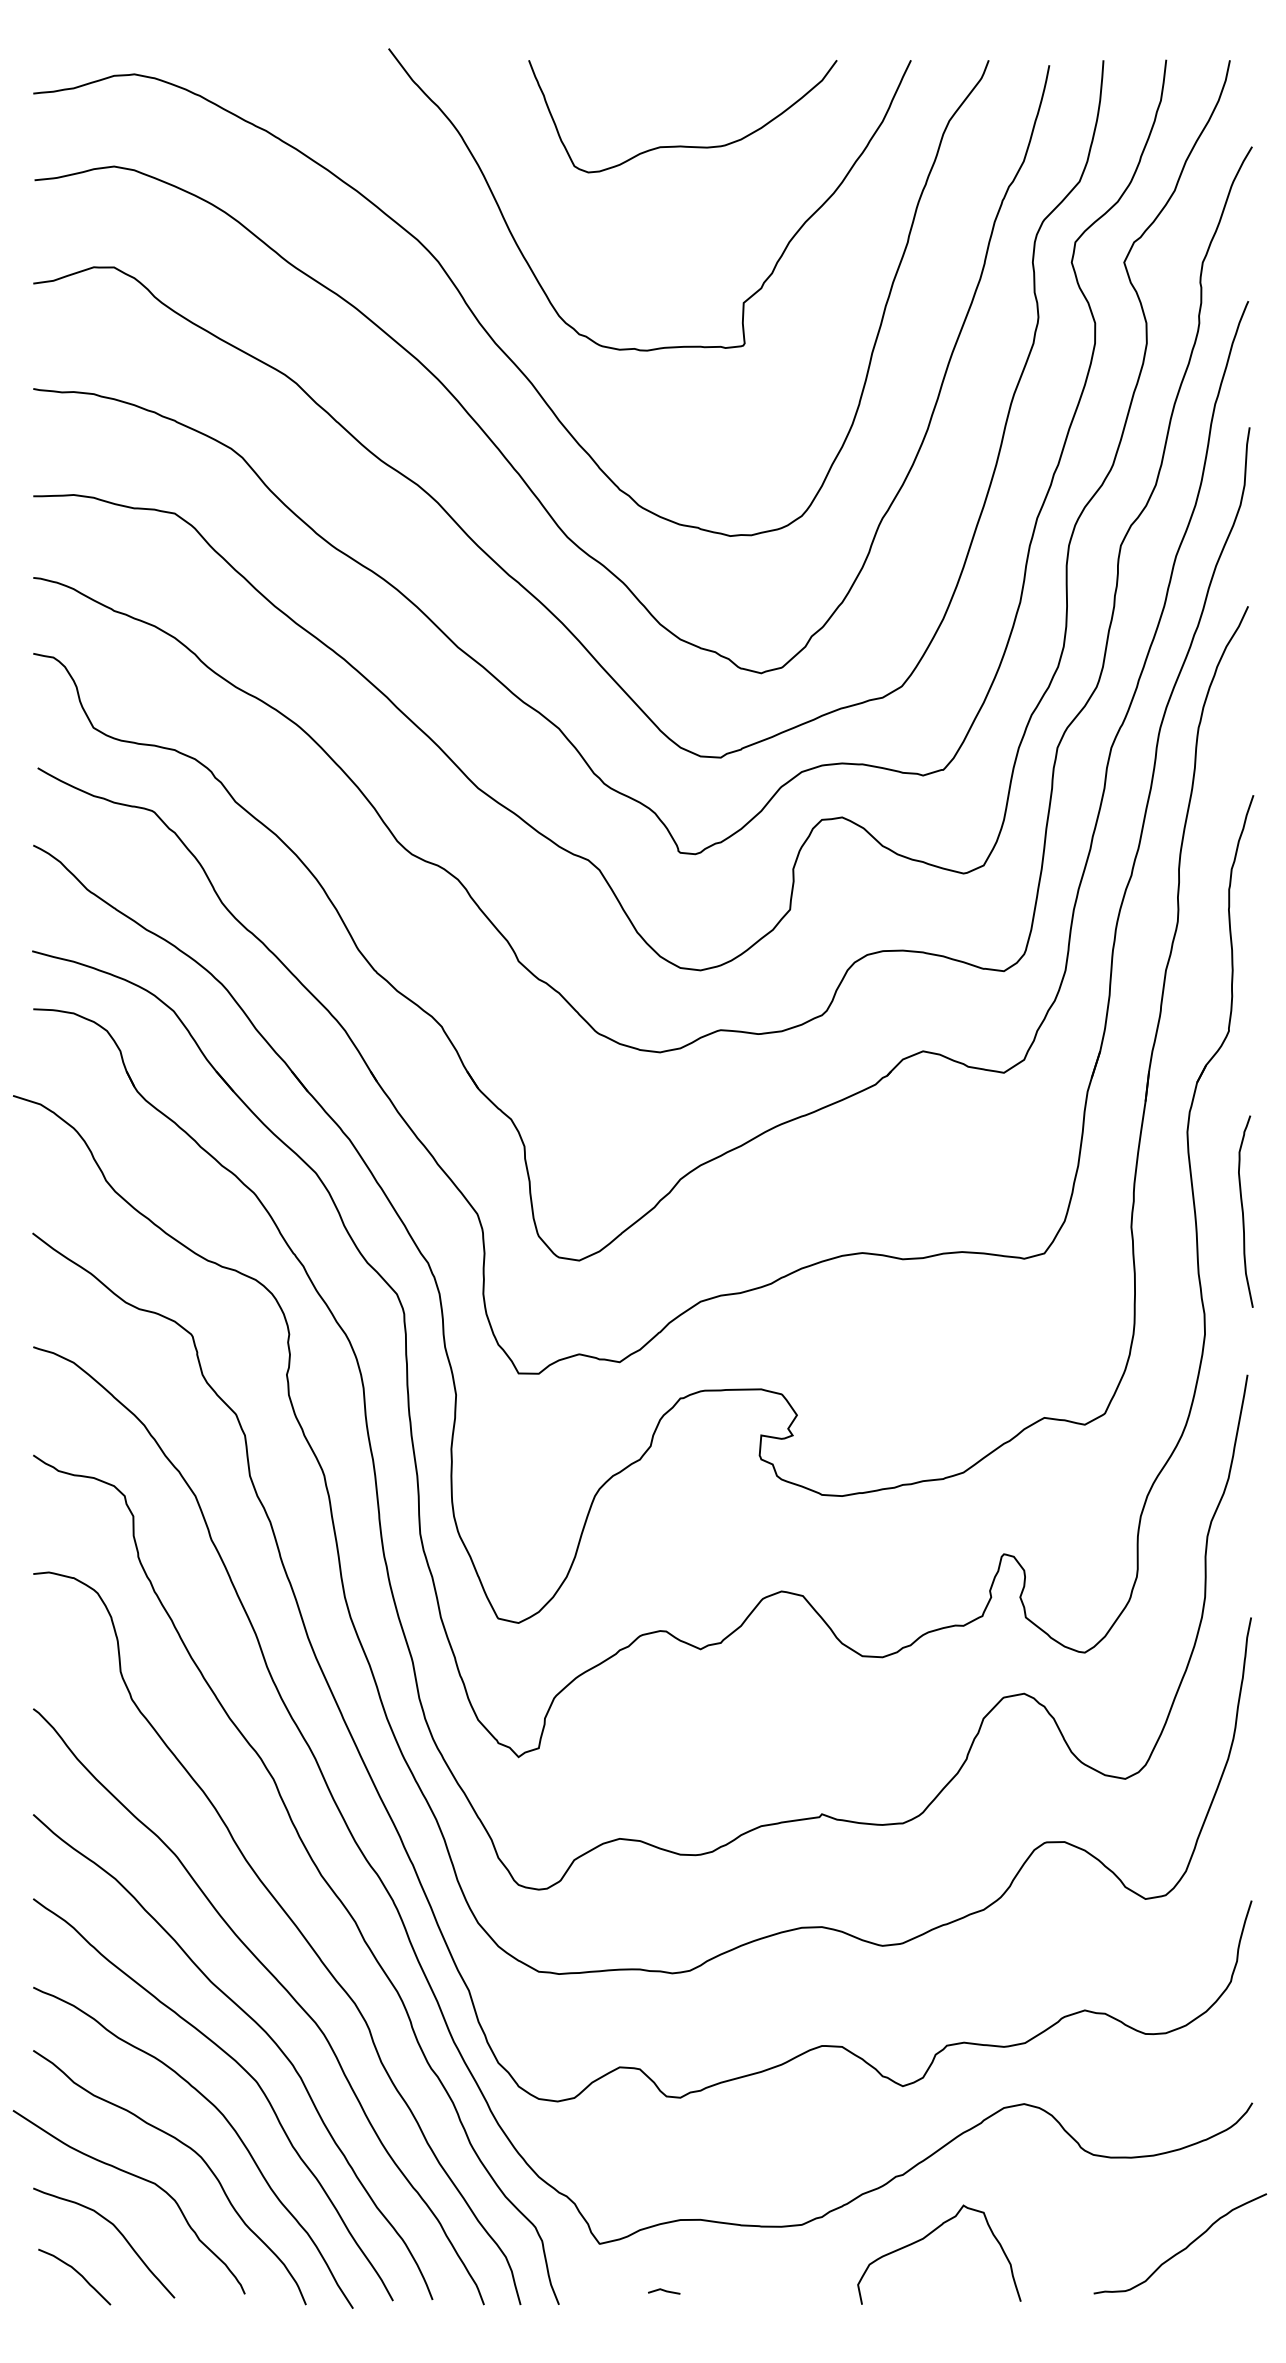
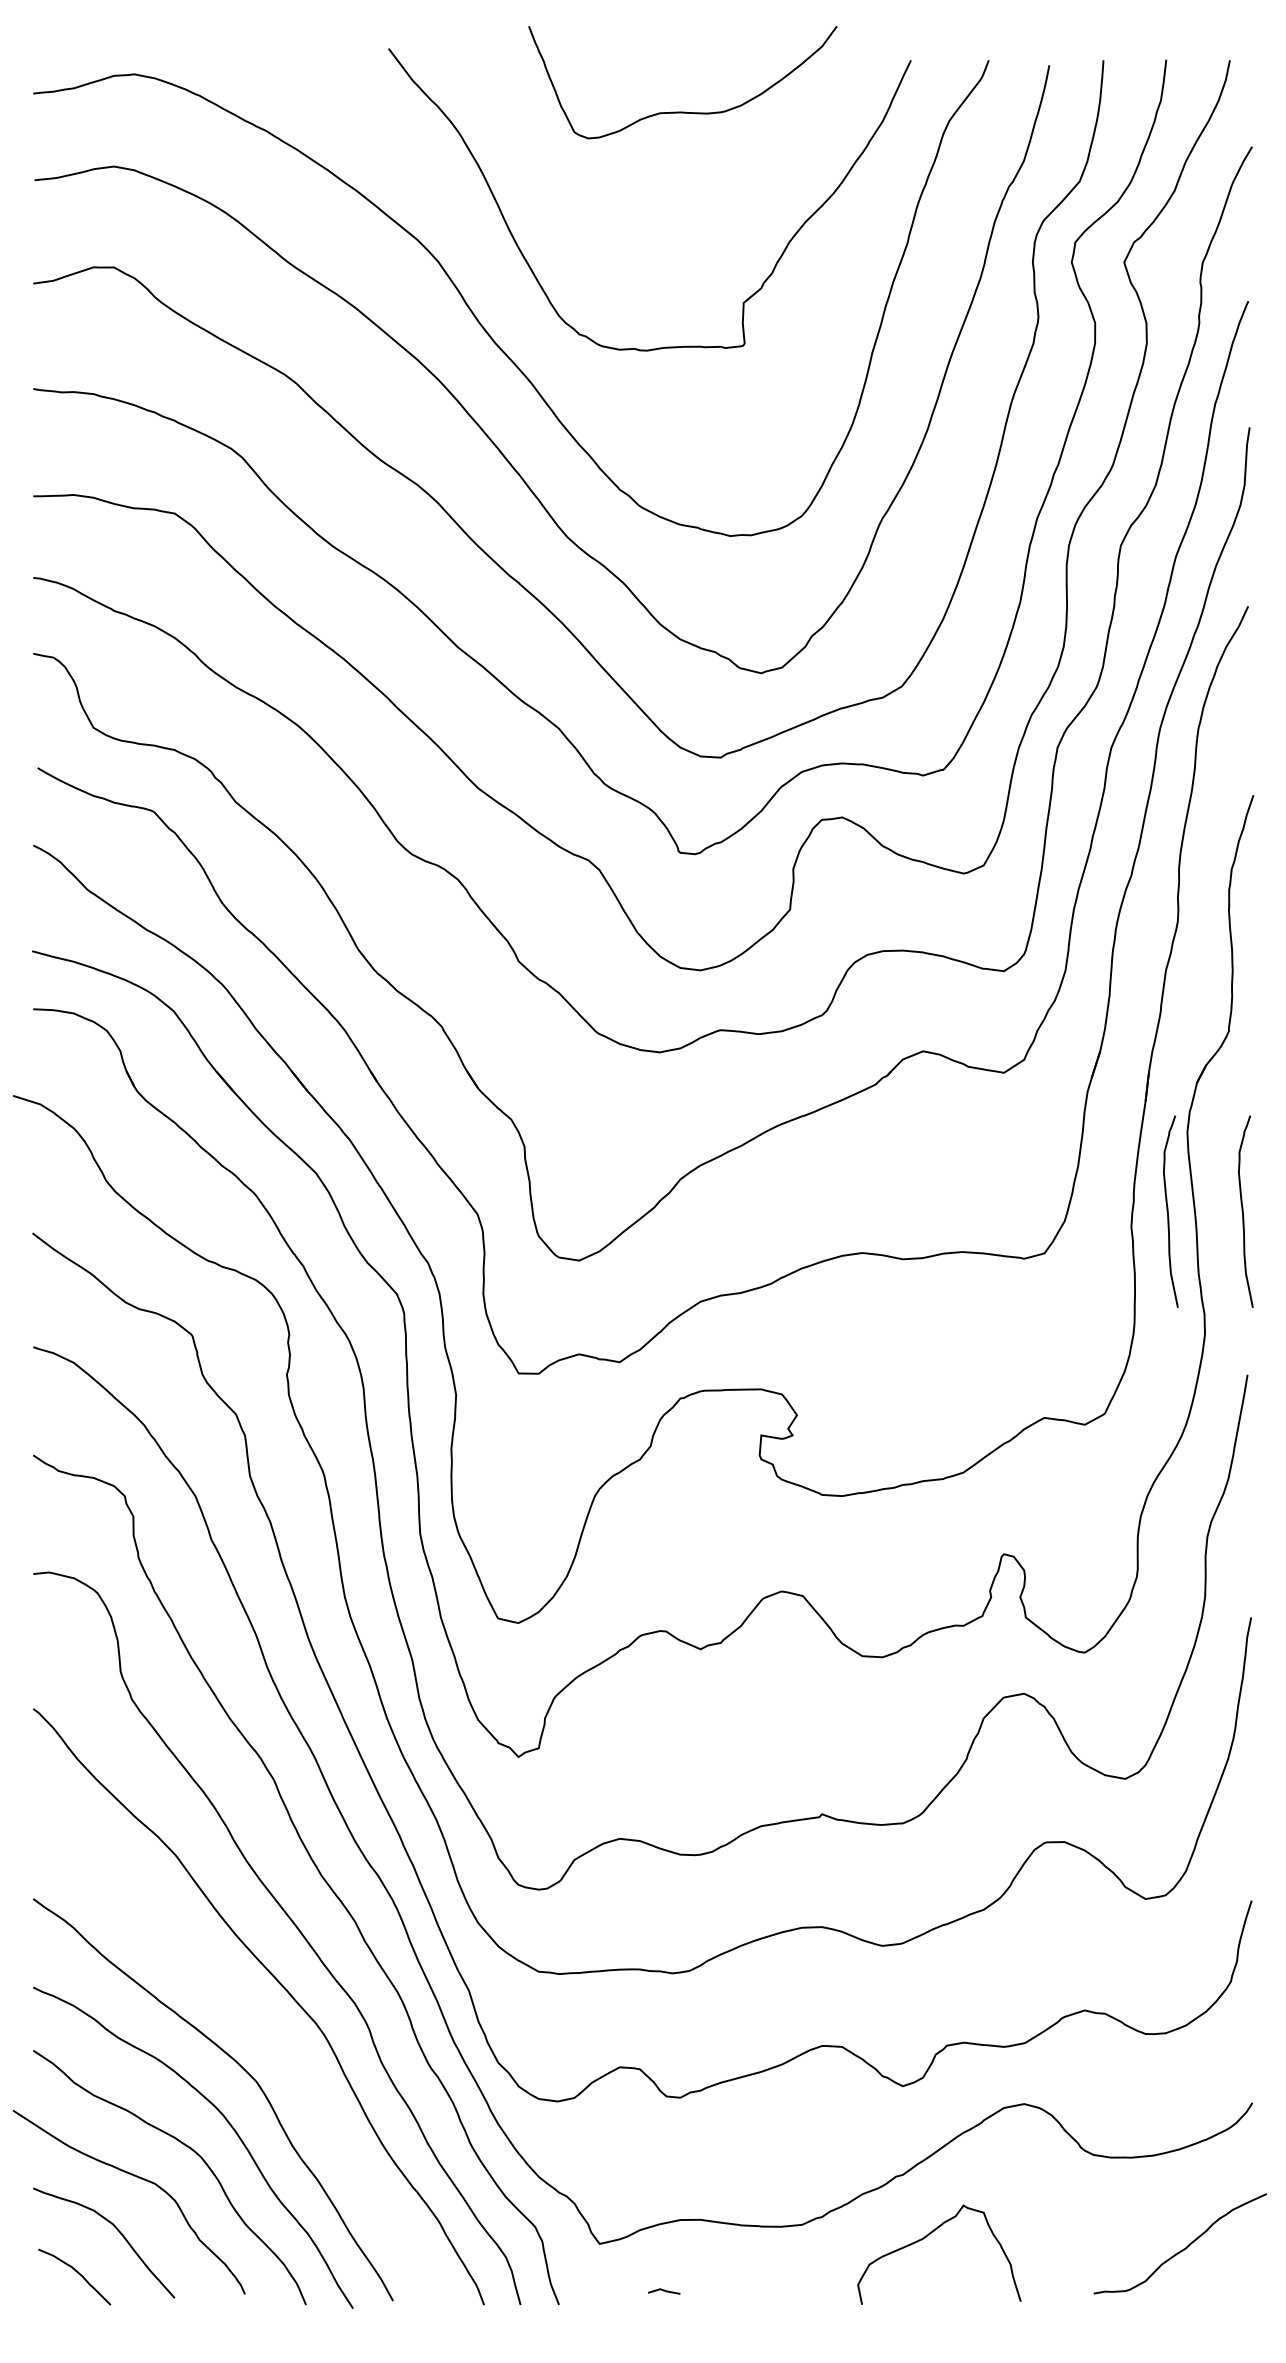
curve at (682, 145) position: (682, 145) -> (682, 111)
curve at (1168, 1211): none -> present
curve at (260, 2028): present -> none
